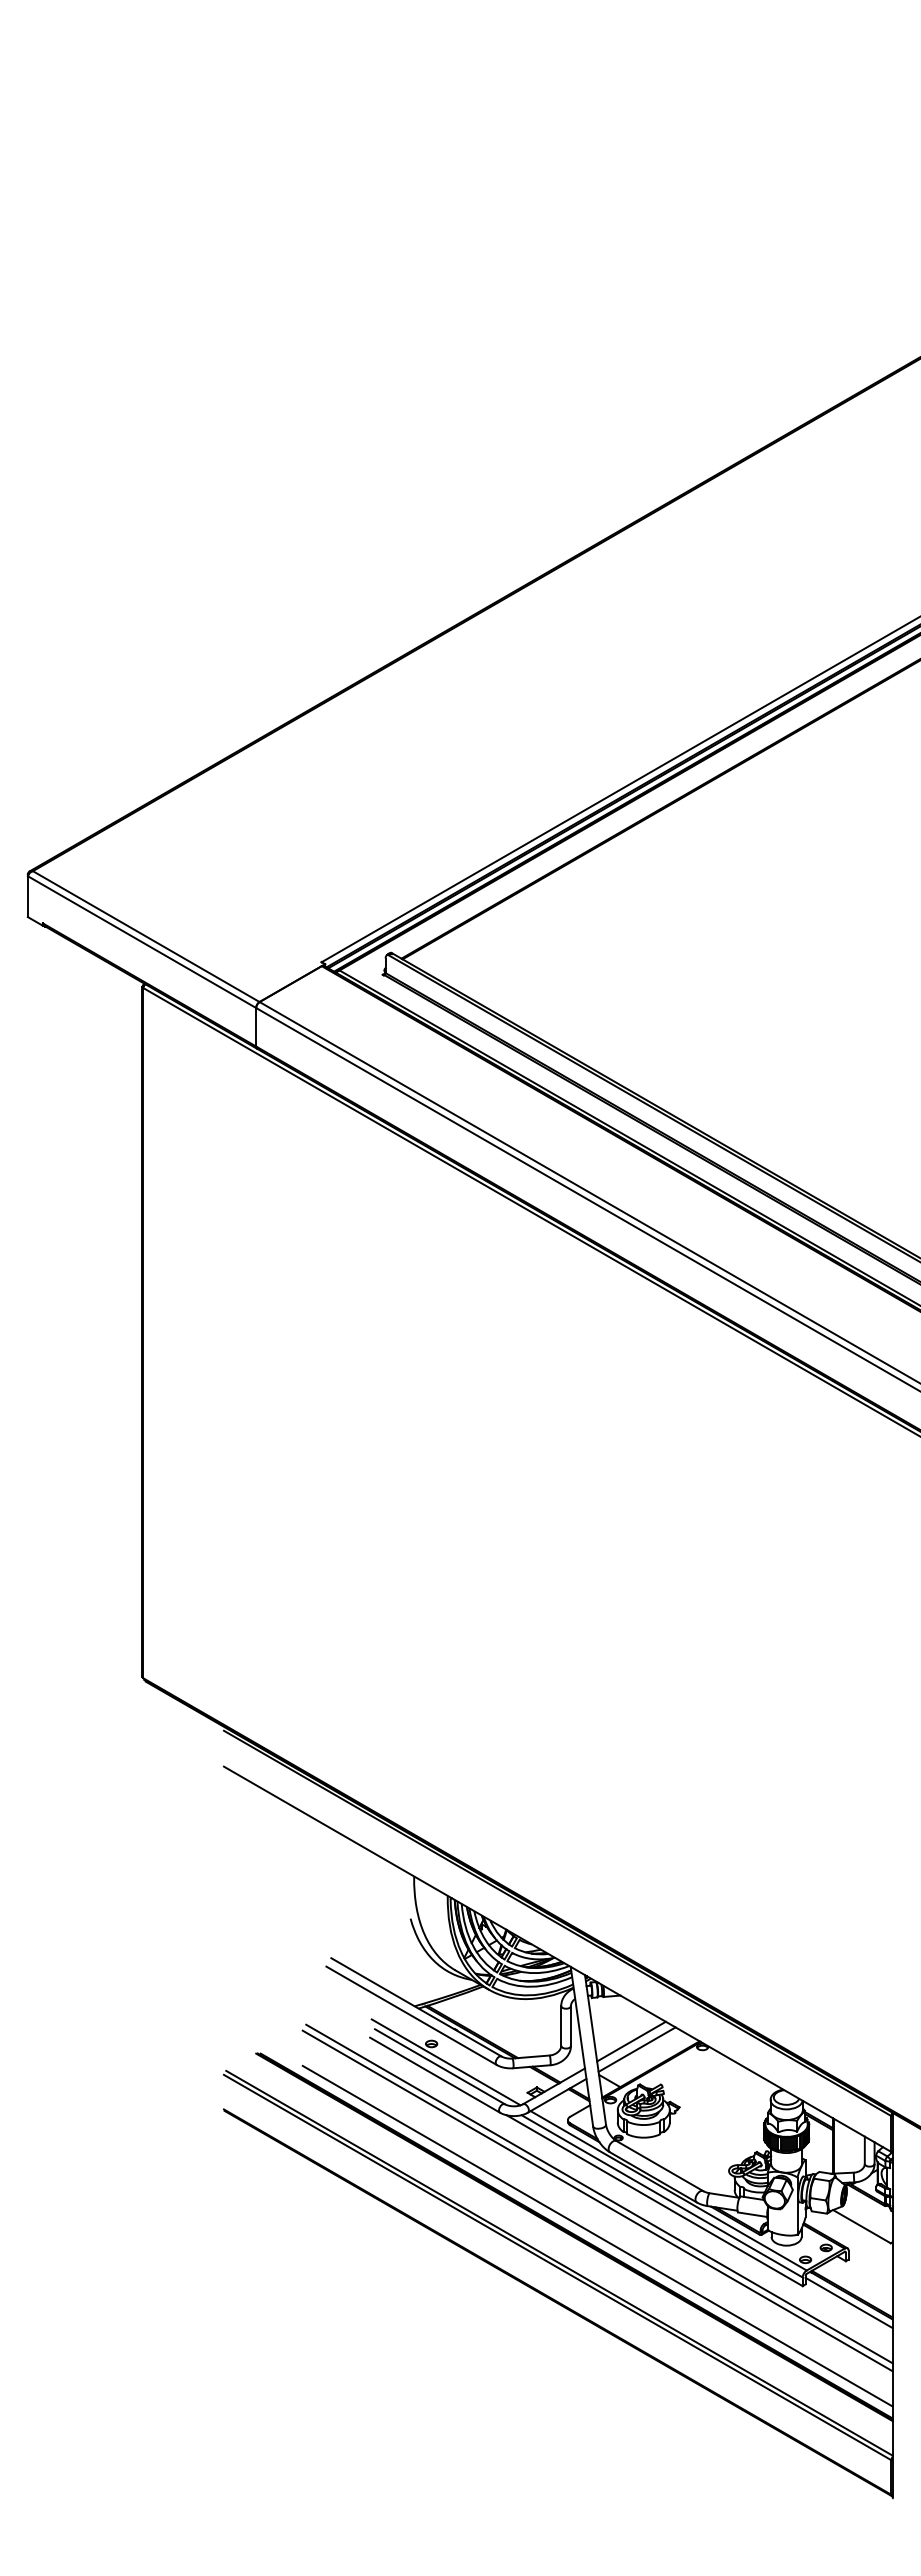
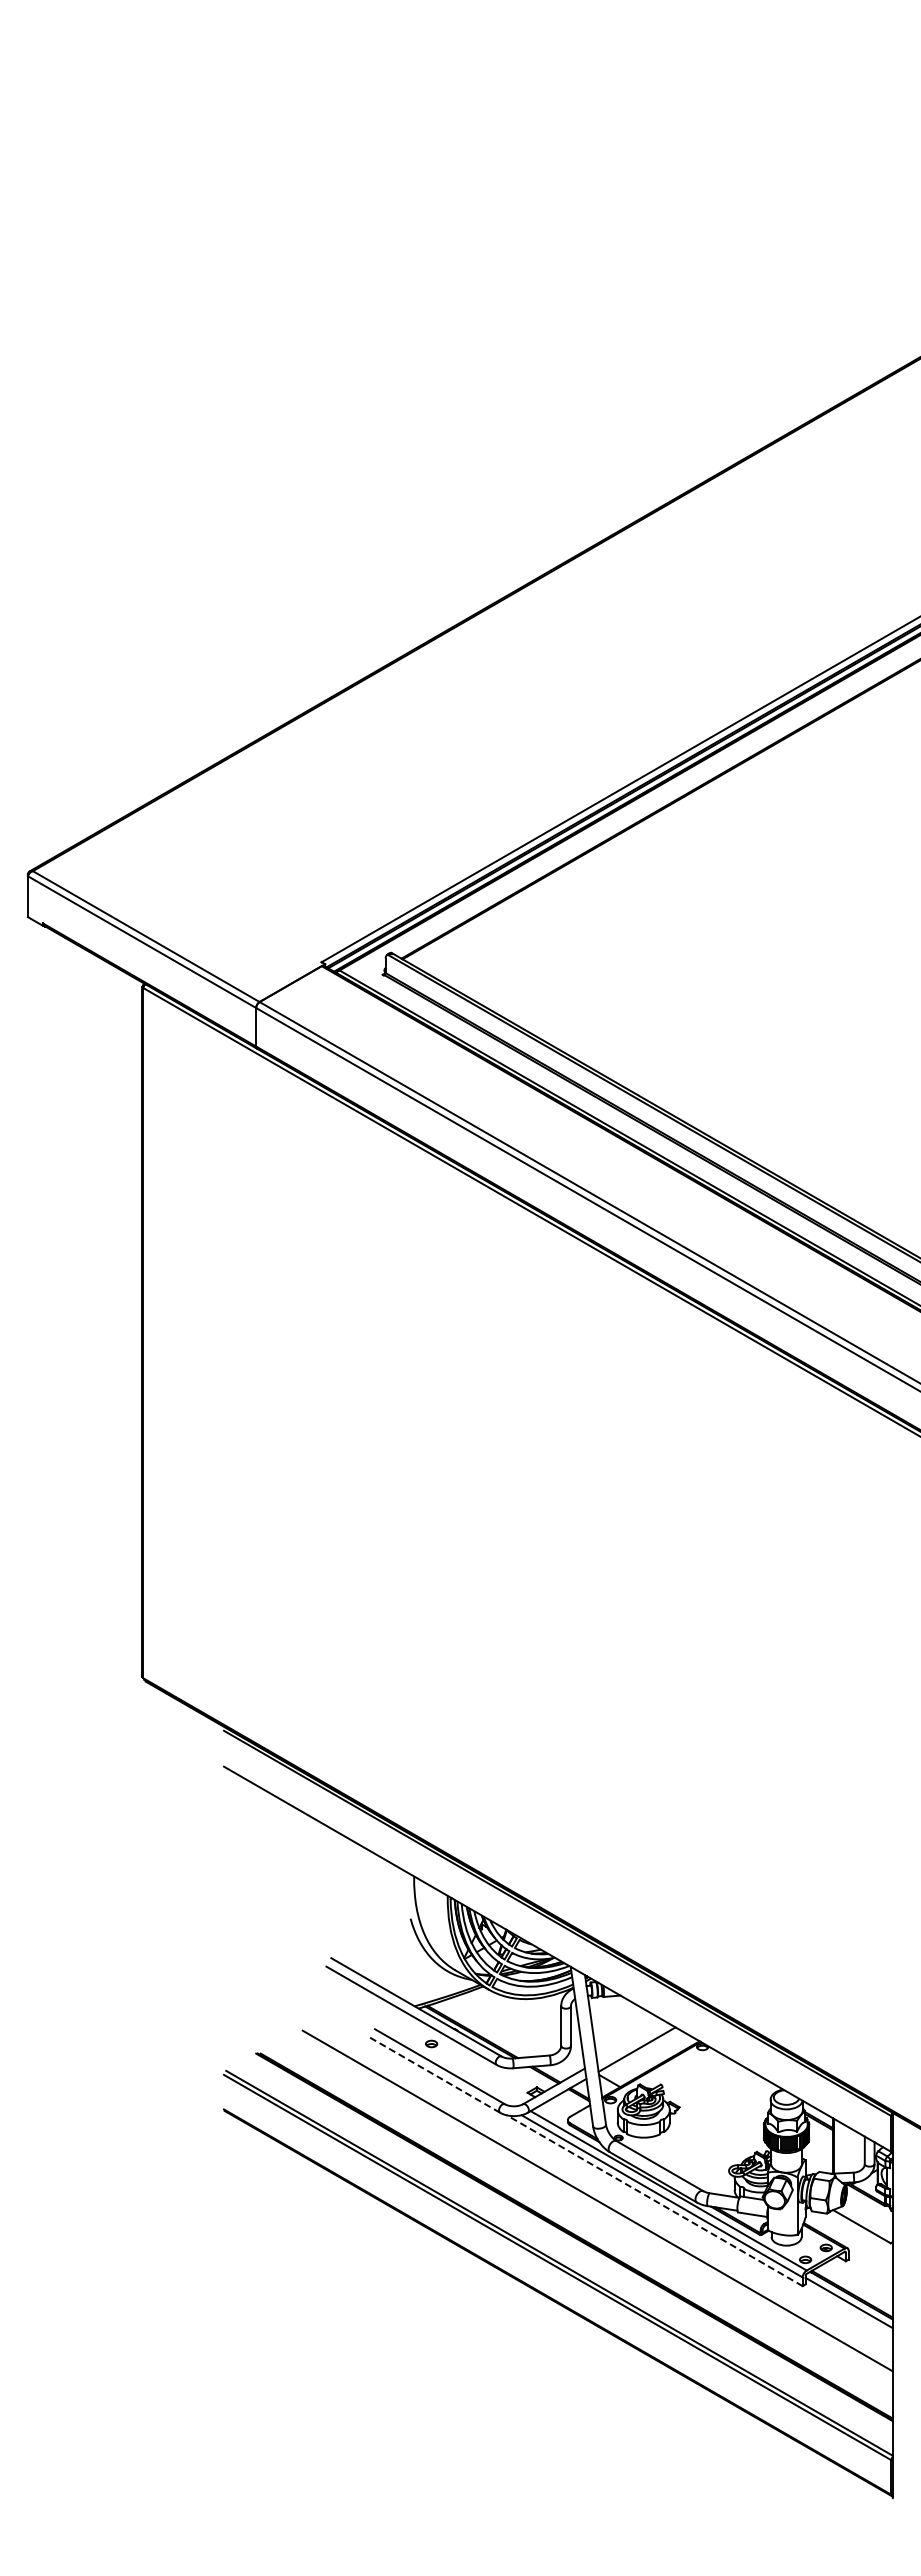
line at (631, 2041): present -> none
line at (445, 2062): present -> none
line at (435, 2075): solid -> dashed
line at (599, 2193): present -> none
line at (654, 2200): solid -> dashed
line at (597, 2235): present -> none
